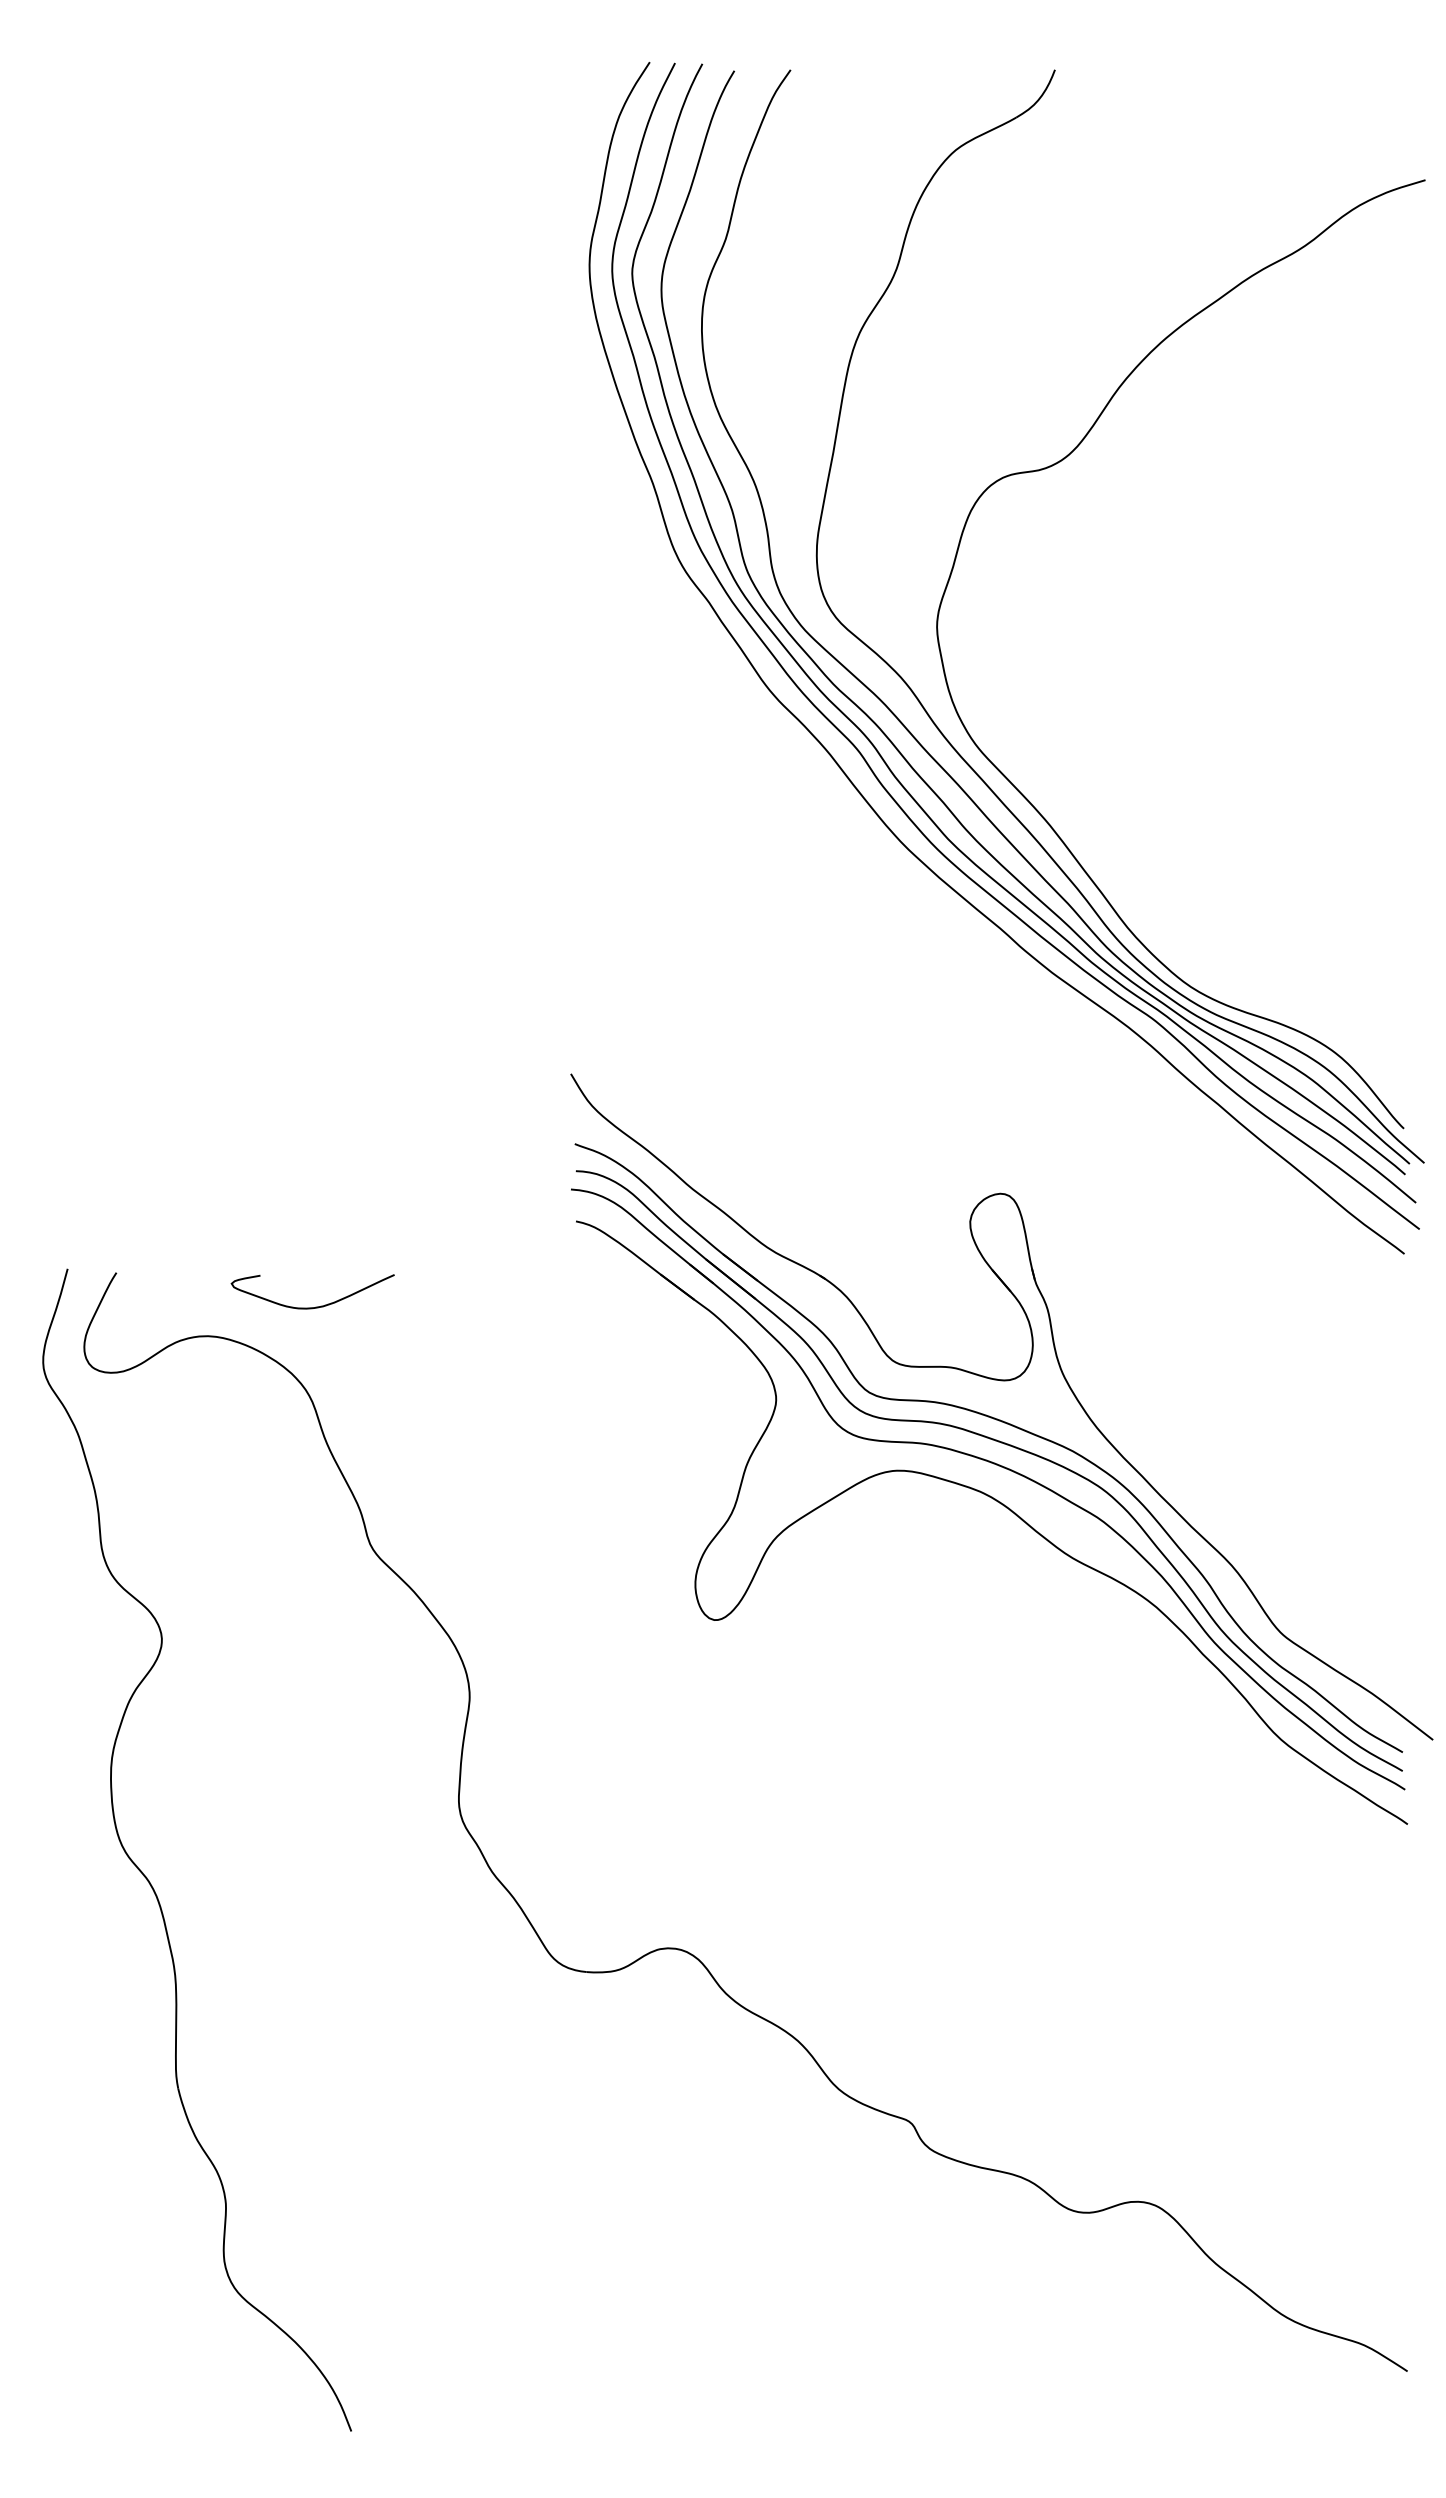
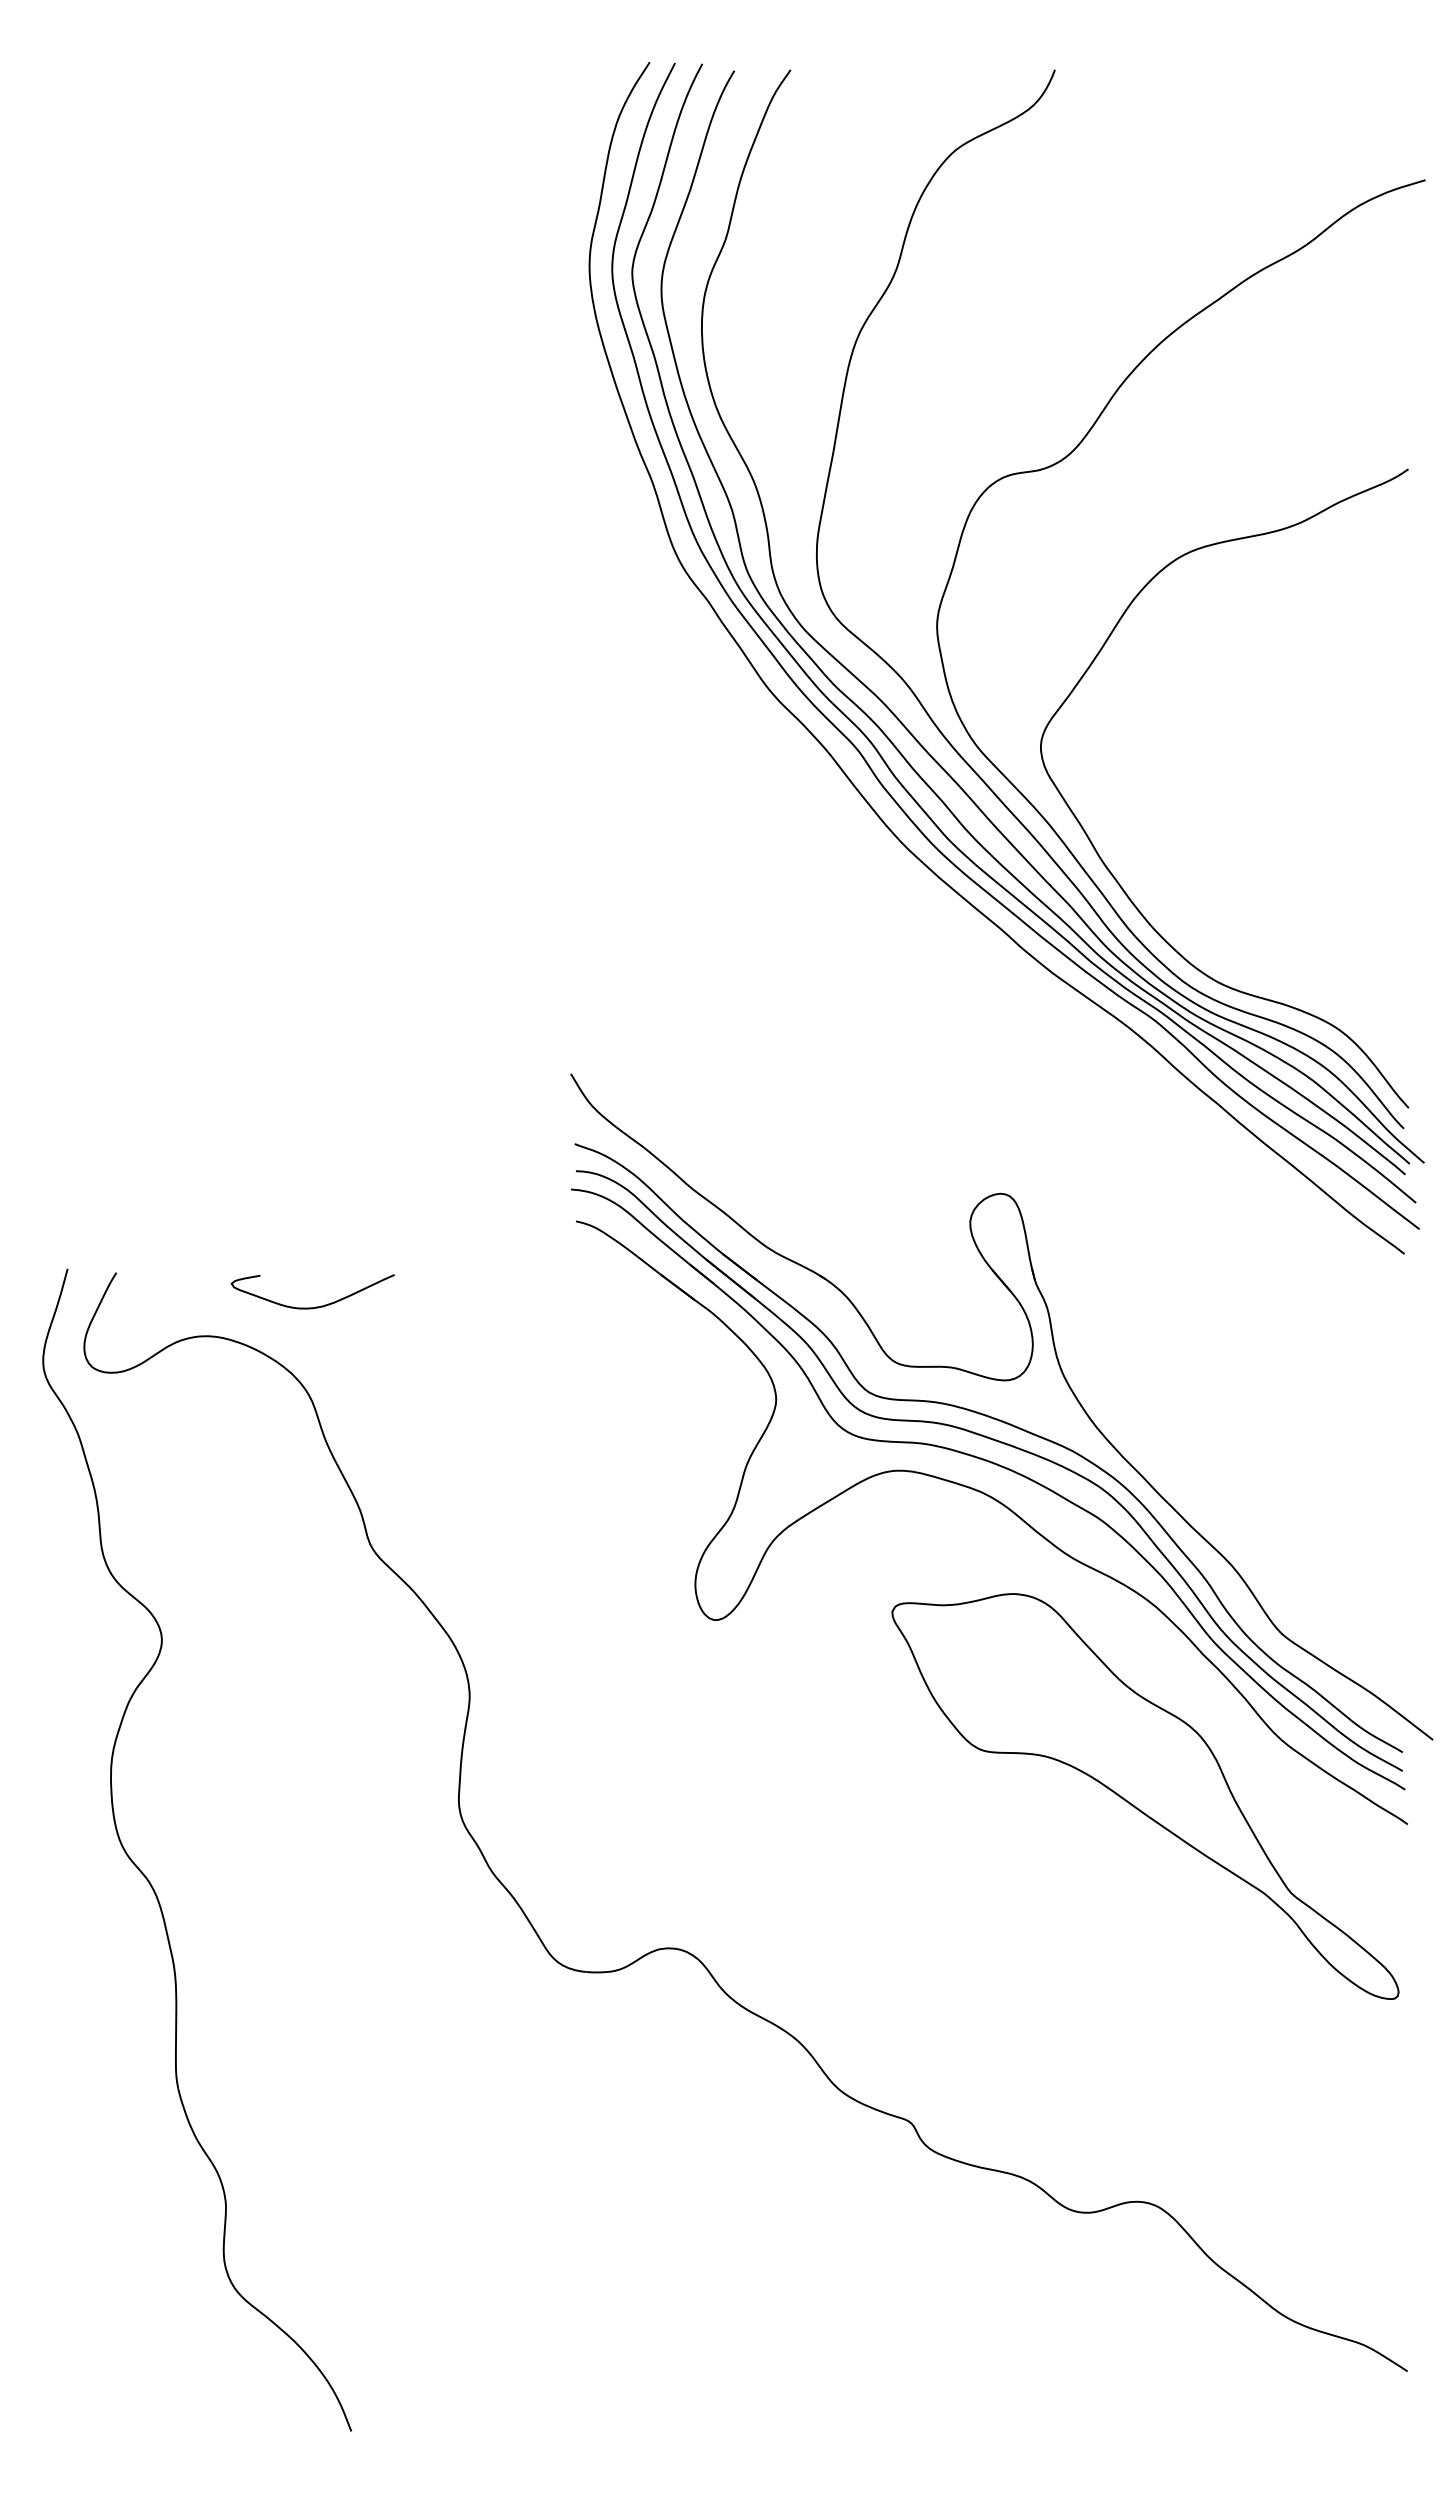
curve at (1113, 874): none -> present
part at (1145, 1796): none -> present
